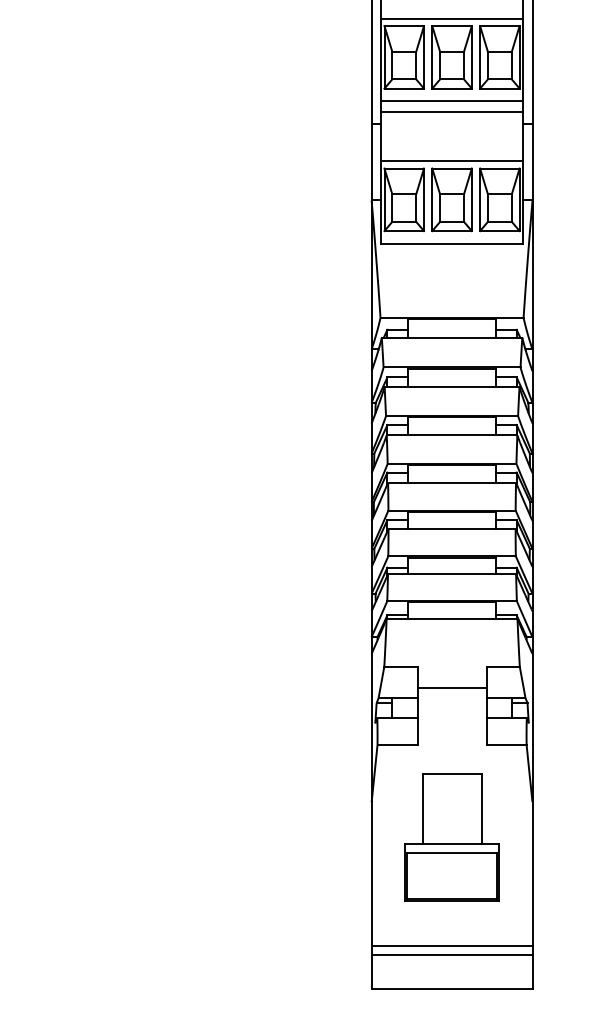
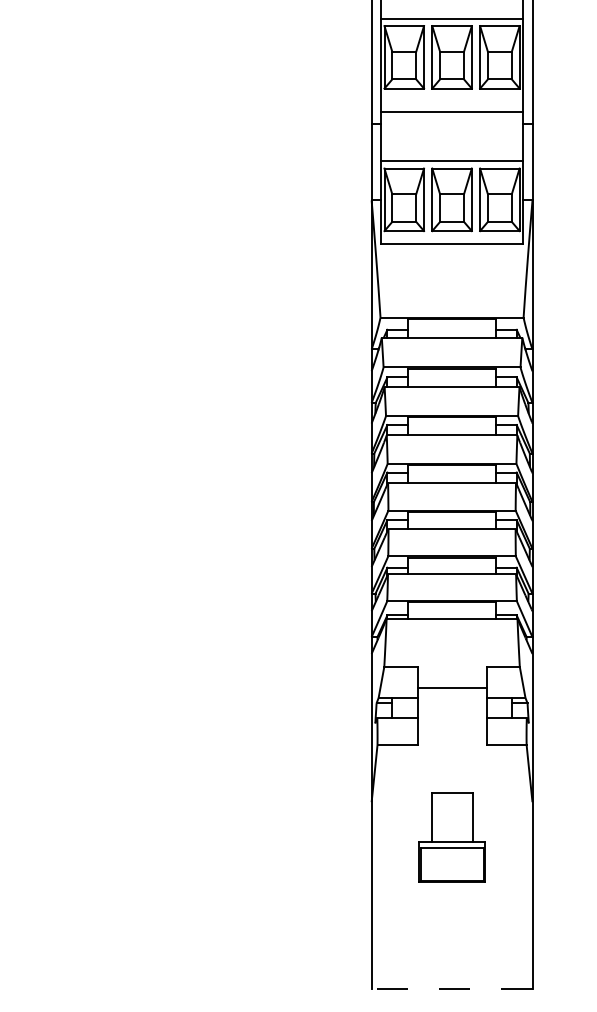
line at (451, 101): present -> none
part at (451, 837) size: 96x129 px -> 68x91 px
line at (451, 946): present -> none
line at (451, 955): present -> none
line at (451, 988): solid -> dashed
